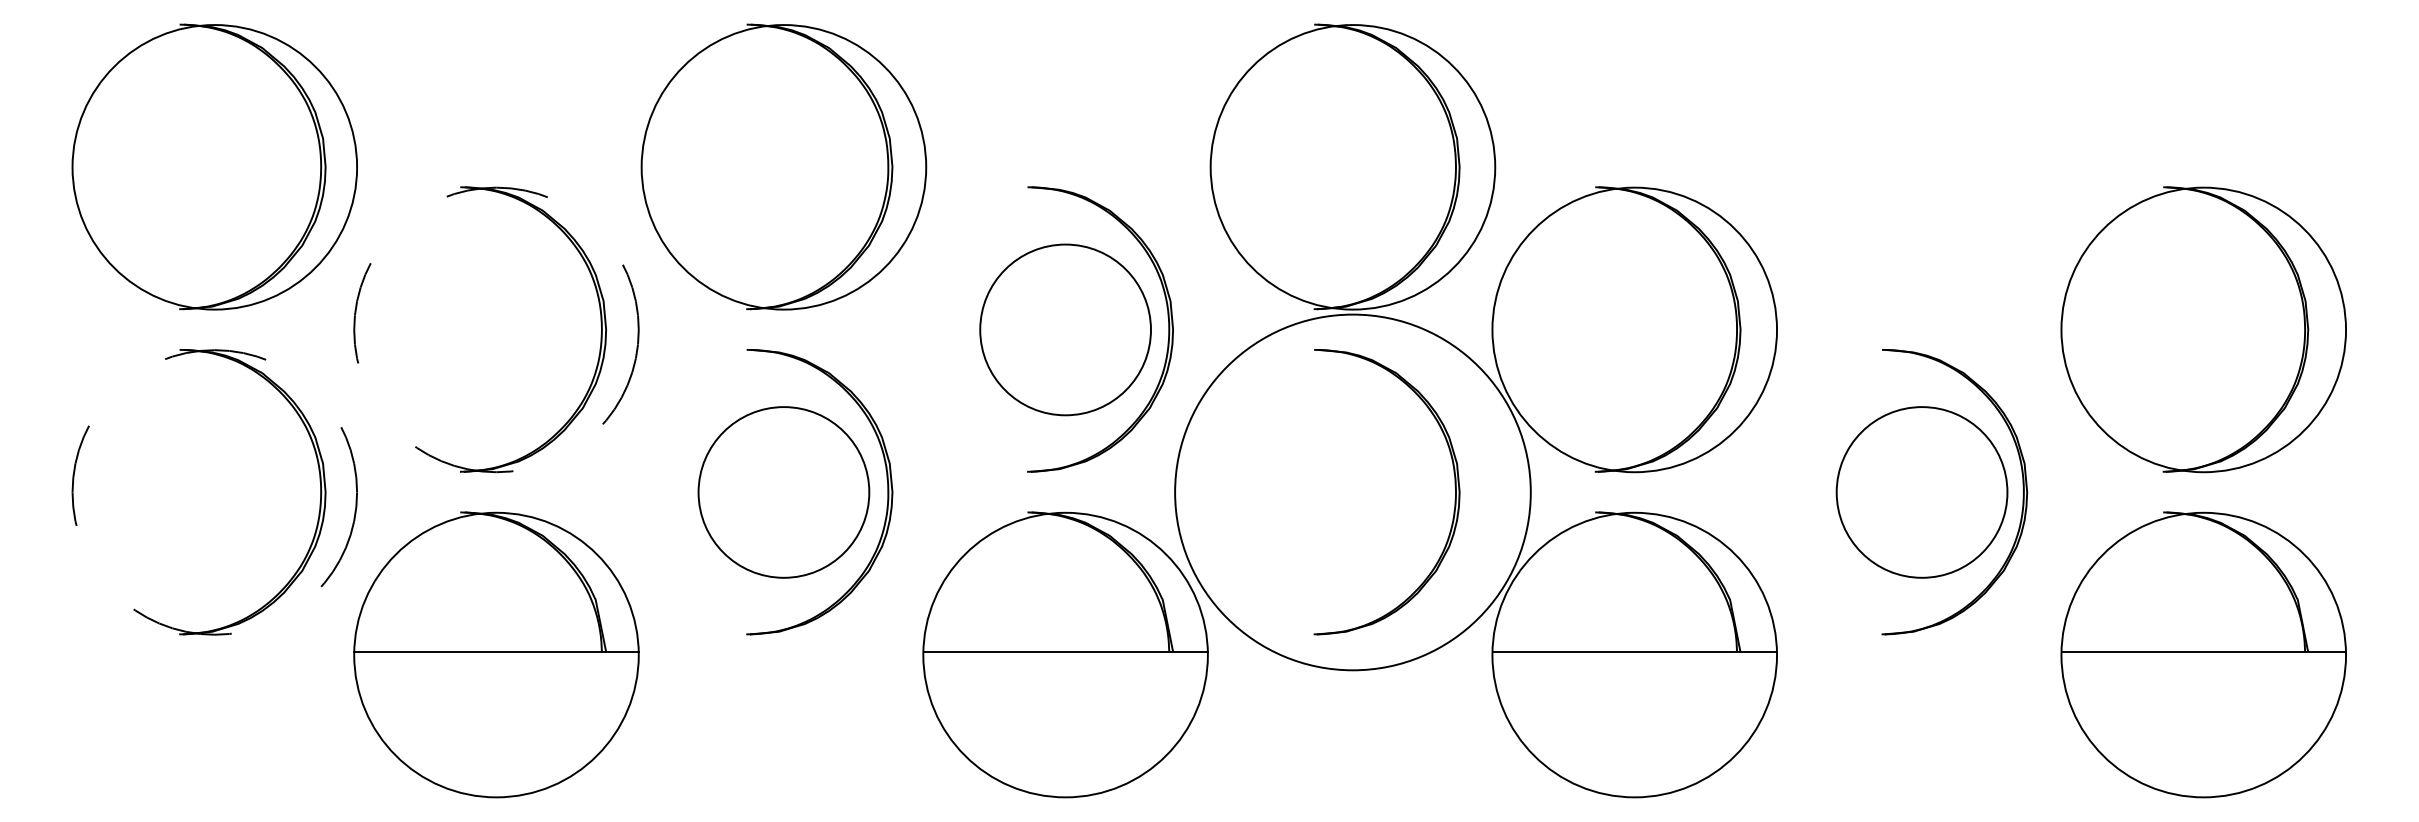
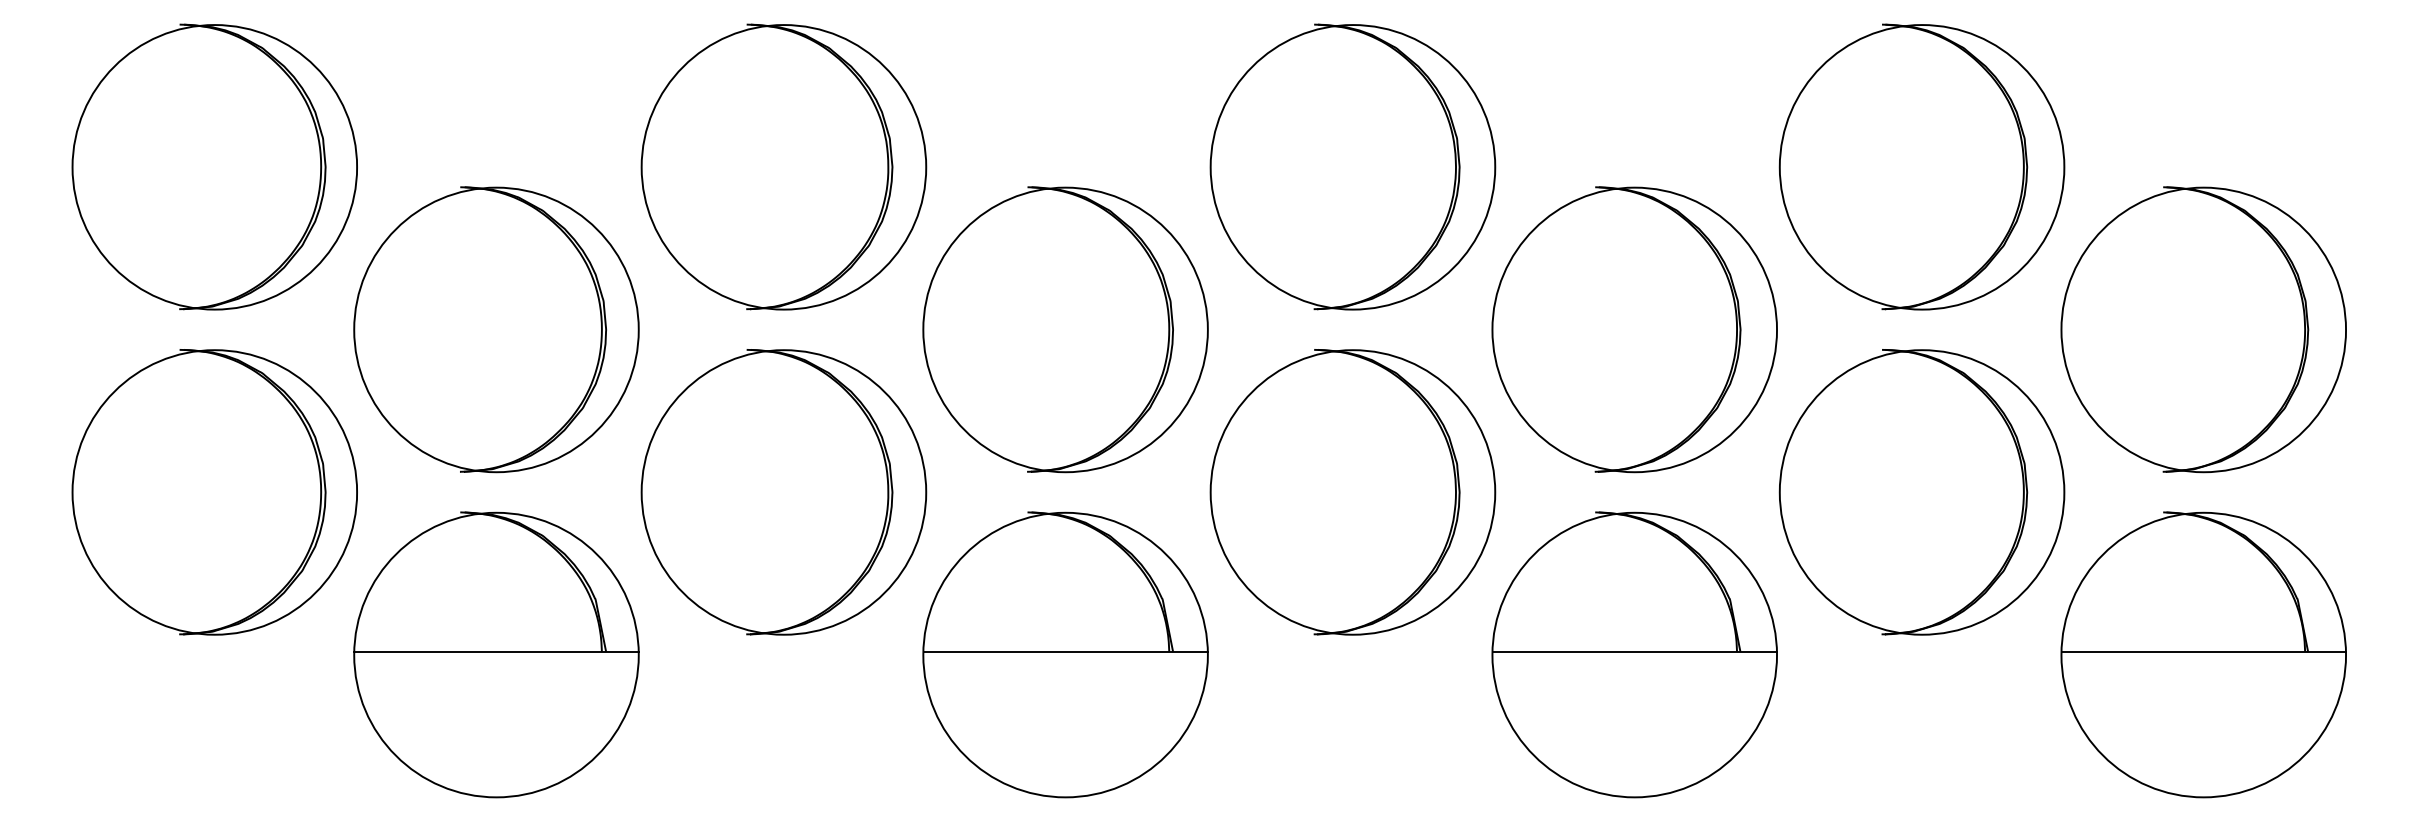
part at (1921, 166): none -> present
circle at (496, 329): dashed -> solid
circle at (1065, 329) diameter: 171 px -> 285 px
circle at (214, 492): dashed -> solid
circle at (783, 492) diameter: 171 px -> 285 px
circle at (1352, 492) diameter: 356 px -> 285 px
circle at (1921, 492) diameter: 171 px -> 285 px
